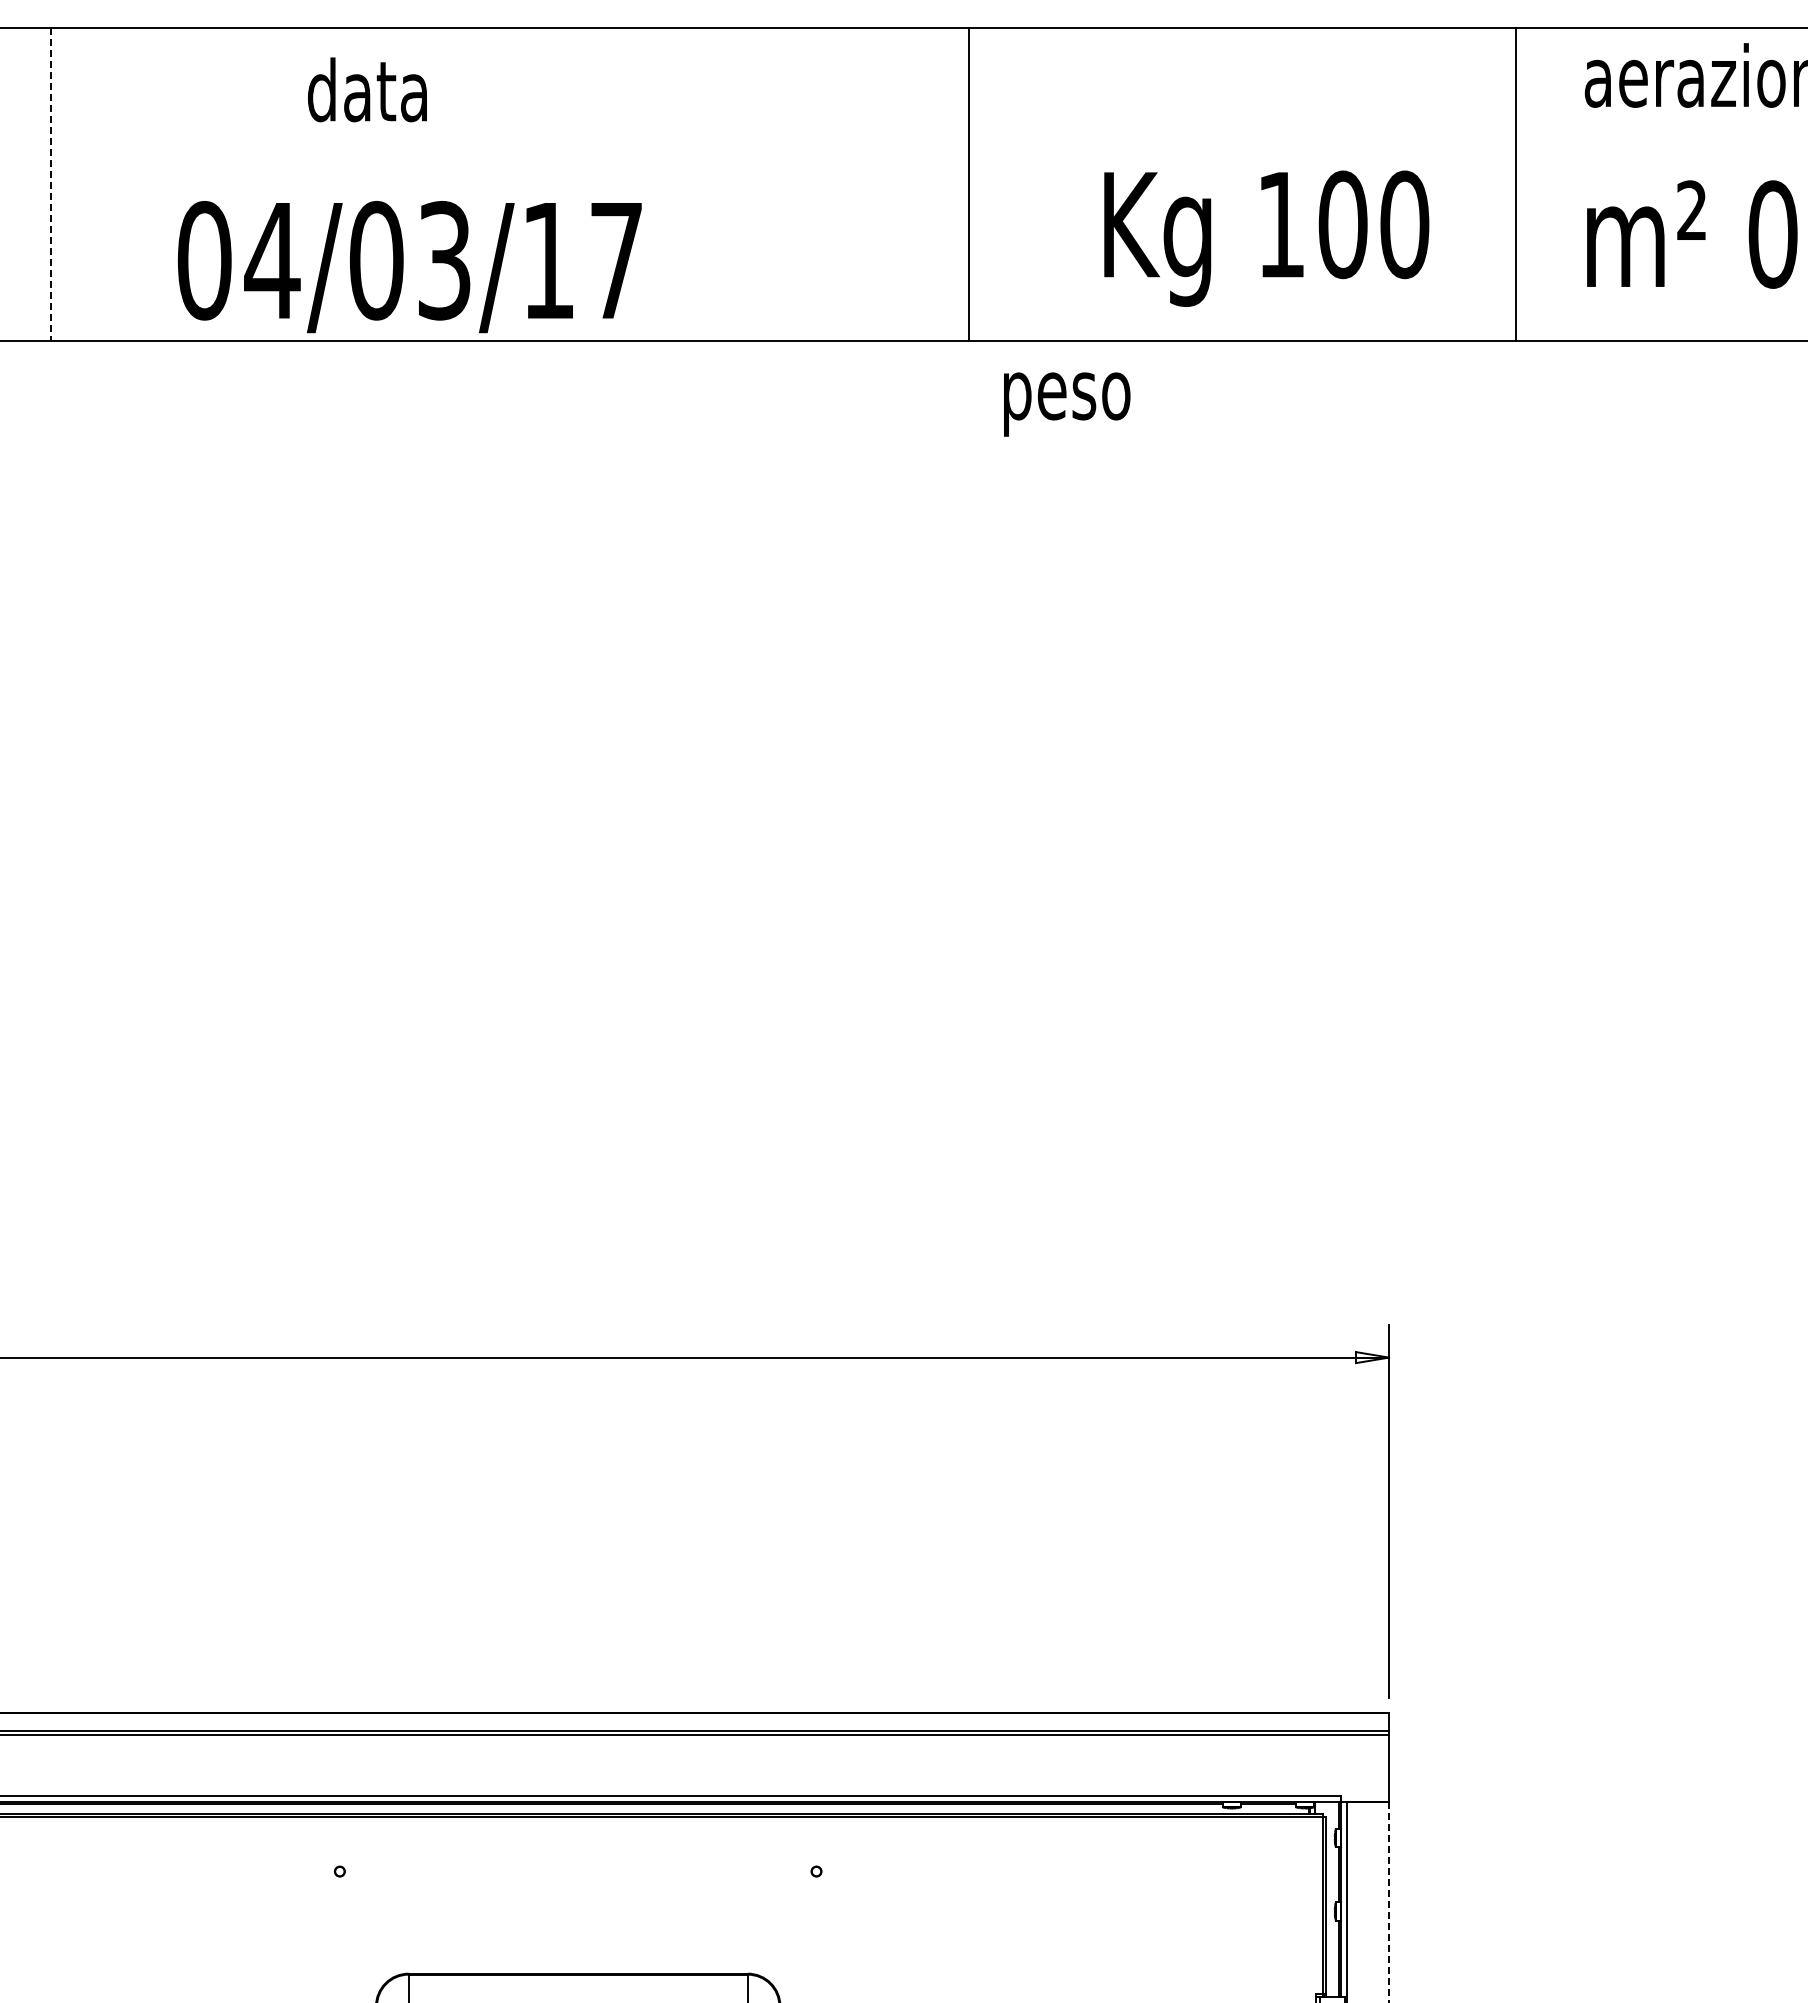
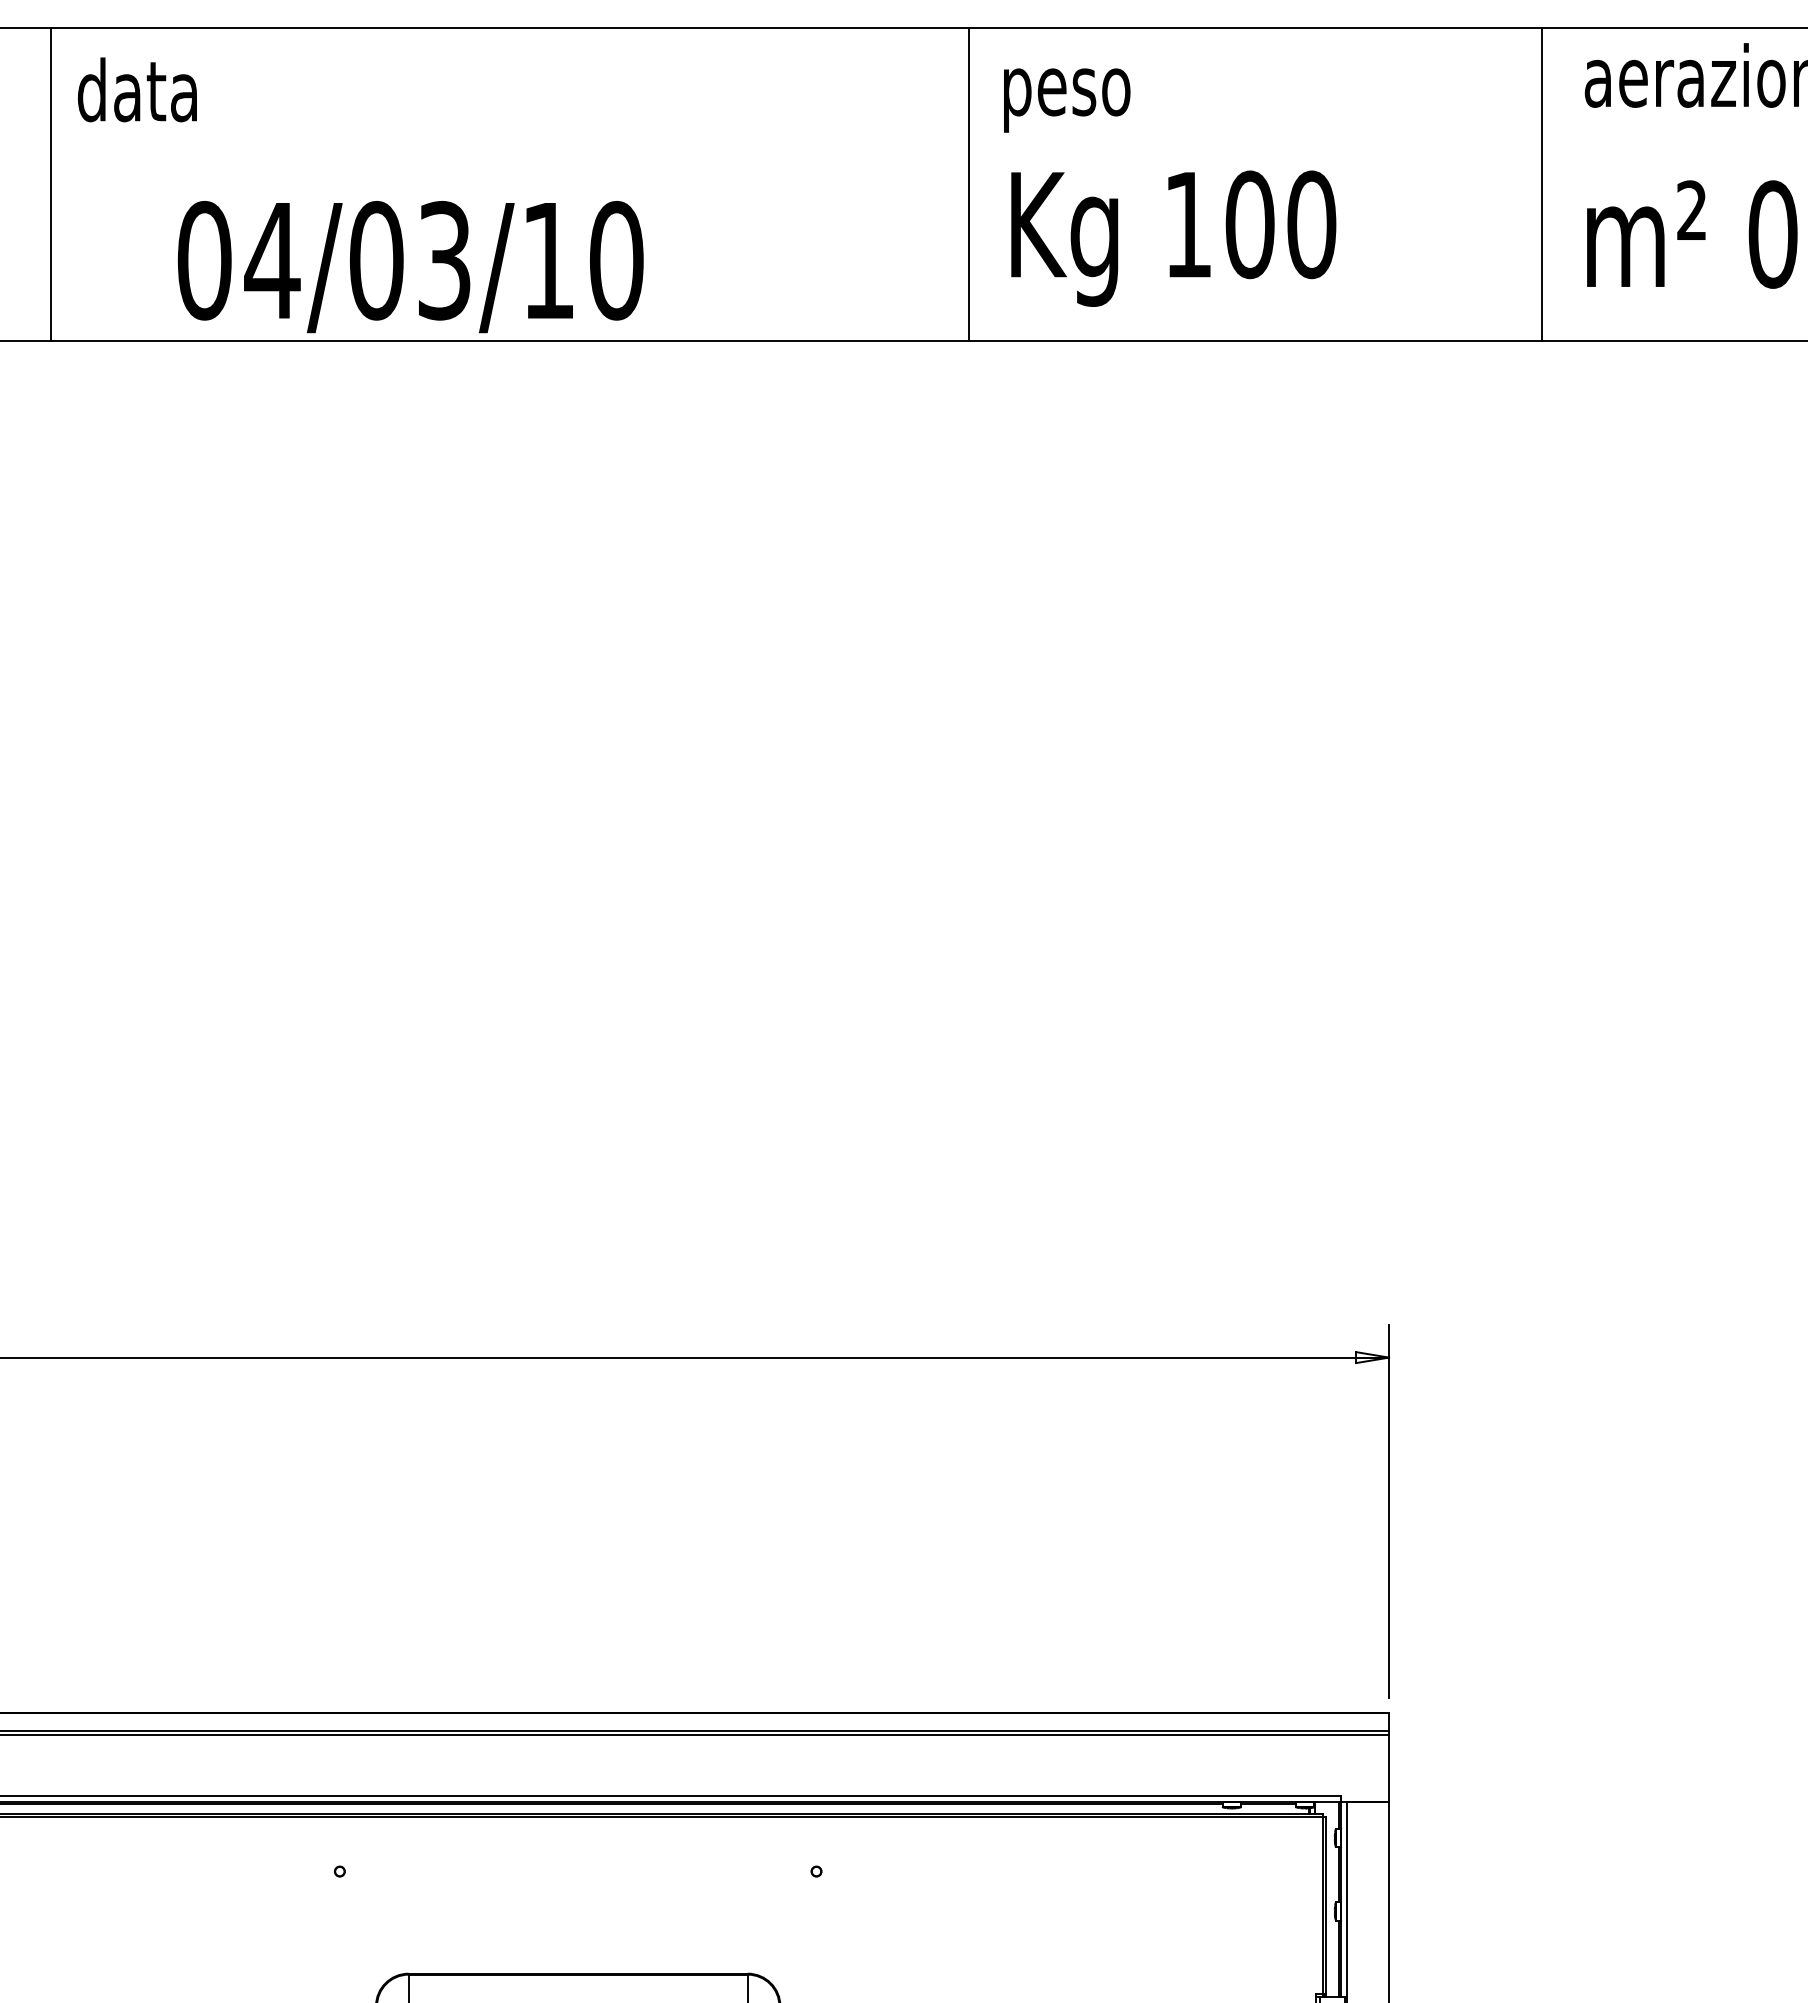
text at (367, 89) position: (367, 89) -> (137, 89)
line at (50, 184): dashed -> solid
line at (1516, 184) position: (1516, 184) -> (1542, 184)
text at (1266, 238) position: (1266, 238) -> (1173, 238)
text at (616, 260): 04/03/17 -> 04/03/10
text at (1067, 404) position: (1067, 404) -> (1067, 100)
line at (1388, 1902): dashed -> solid
